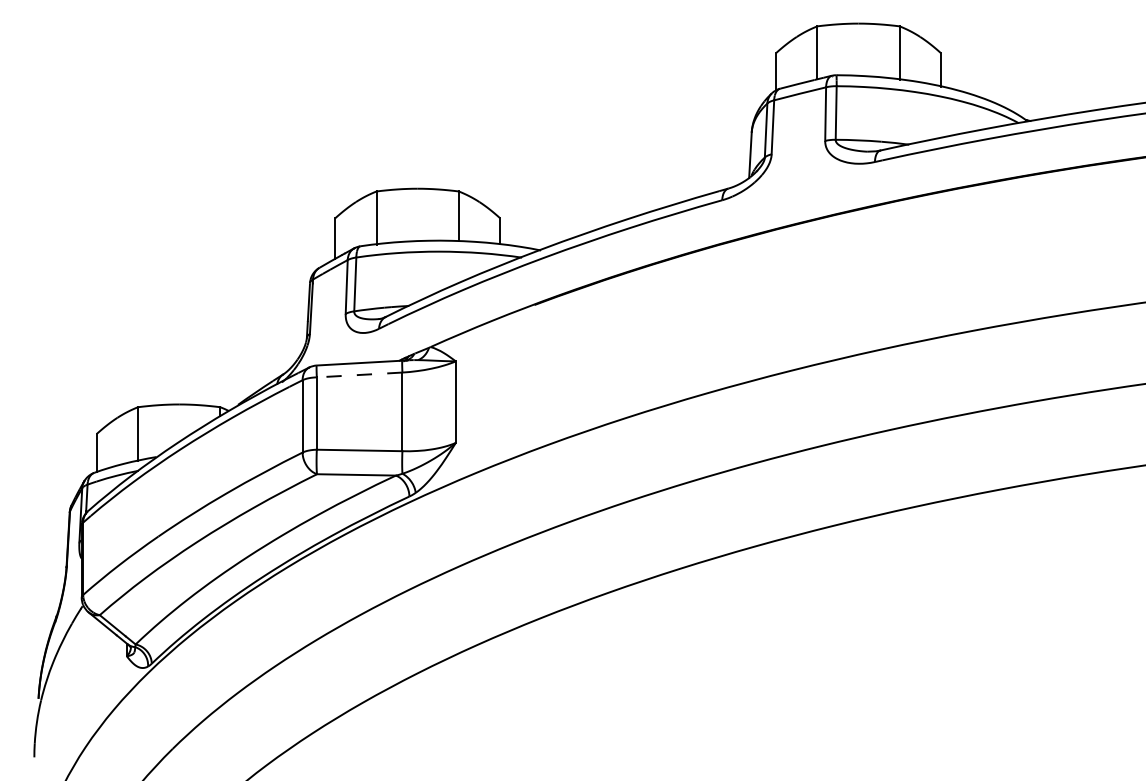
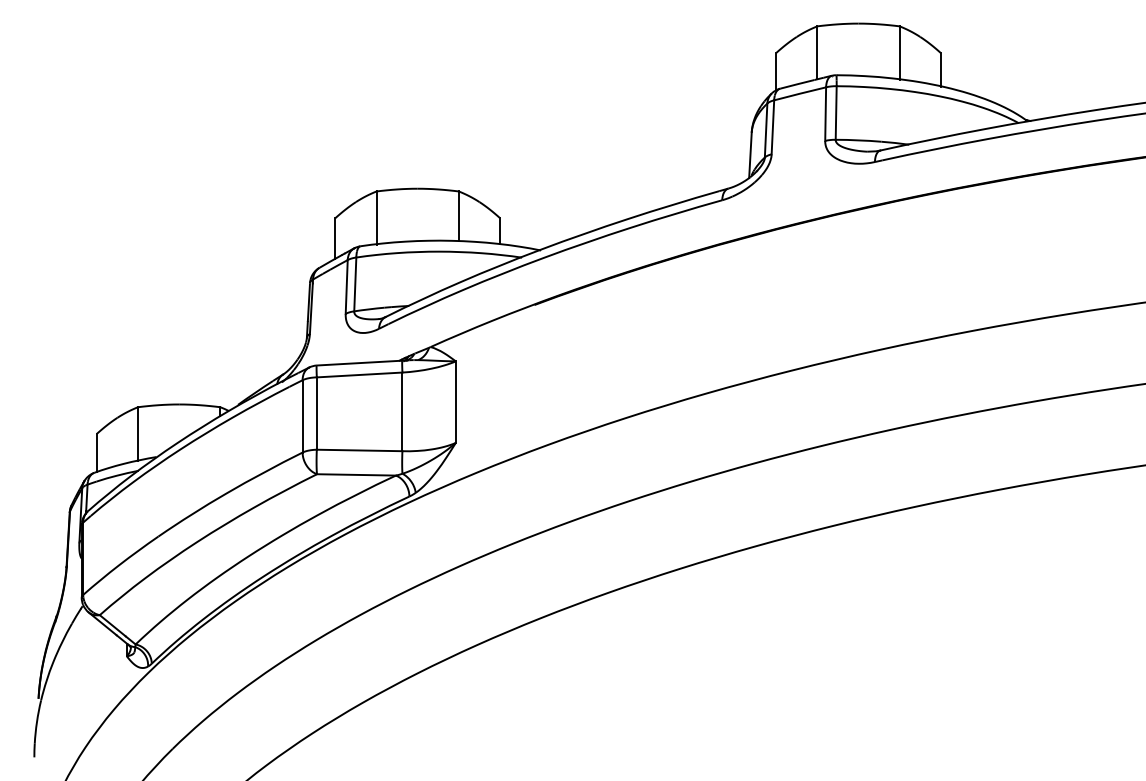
line at (359, 374): dashed -> solid
